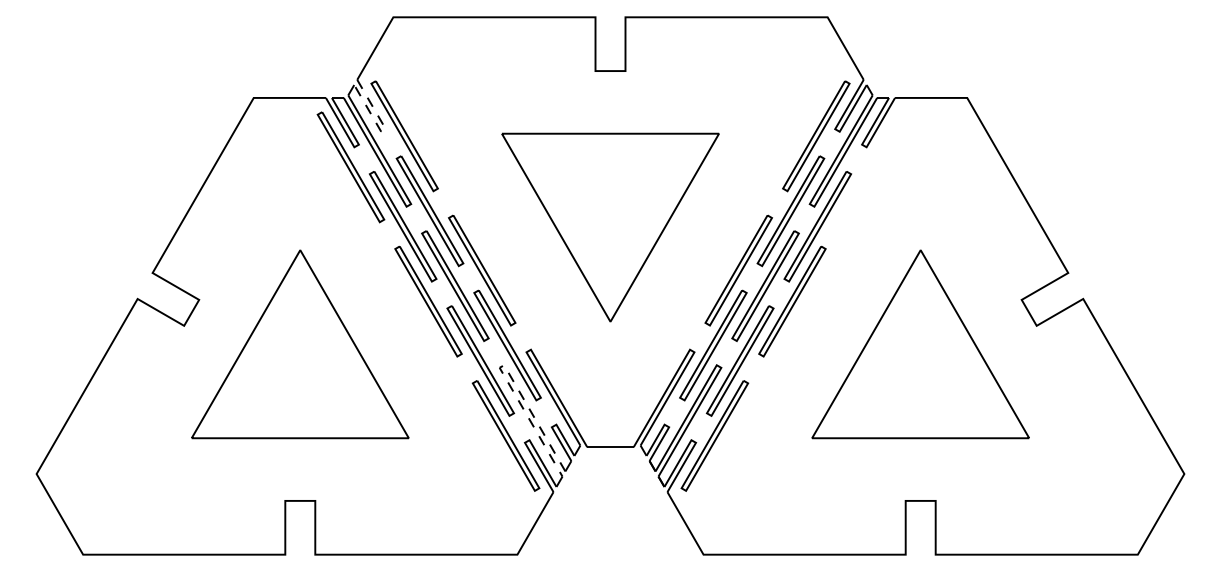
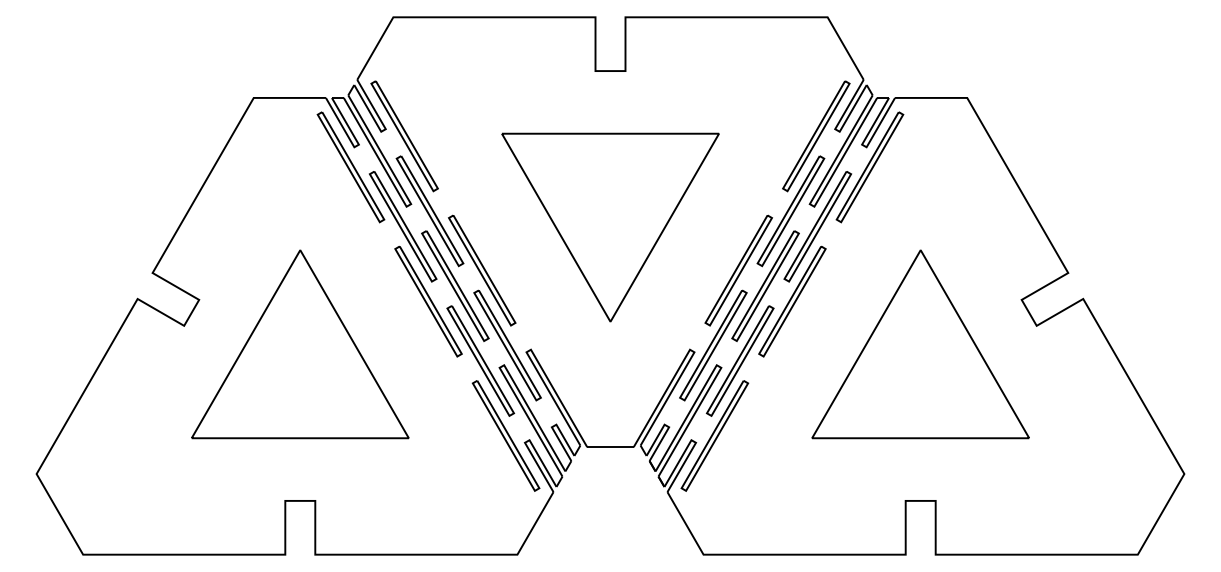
line at (384, 130): dashed -> solid
part at (869, 167): none -> present
line at (500, 367): dashed -> solid
